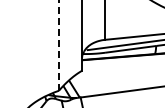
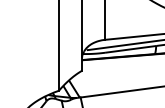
line at (59, 44): dashed -> solid
